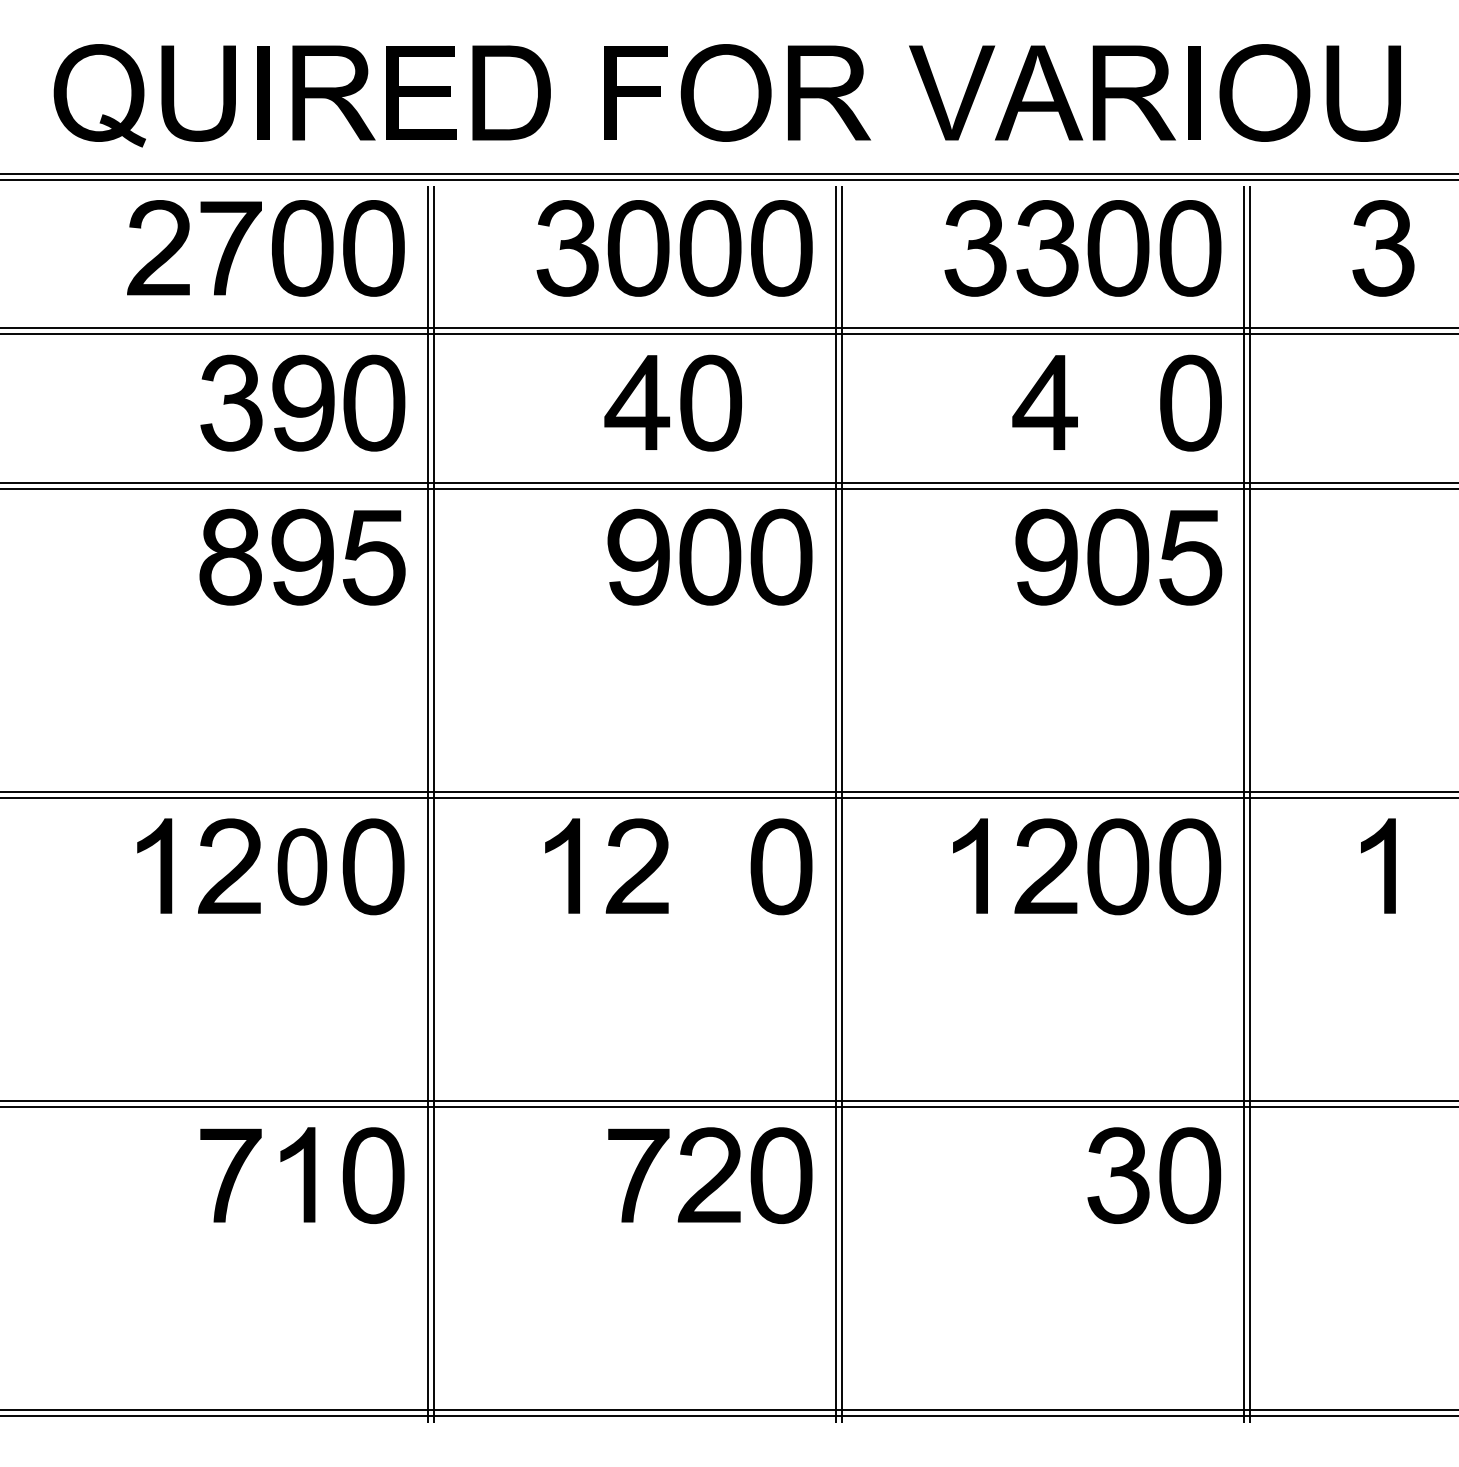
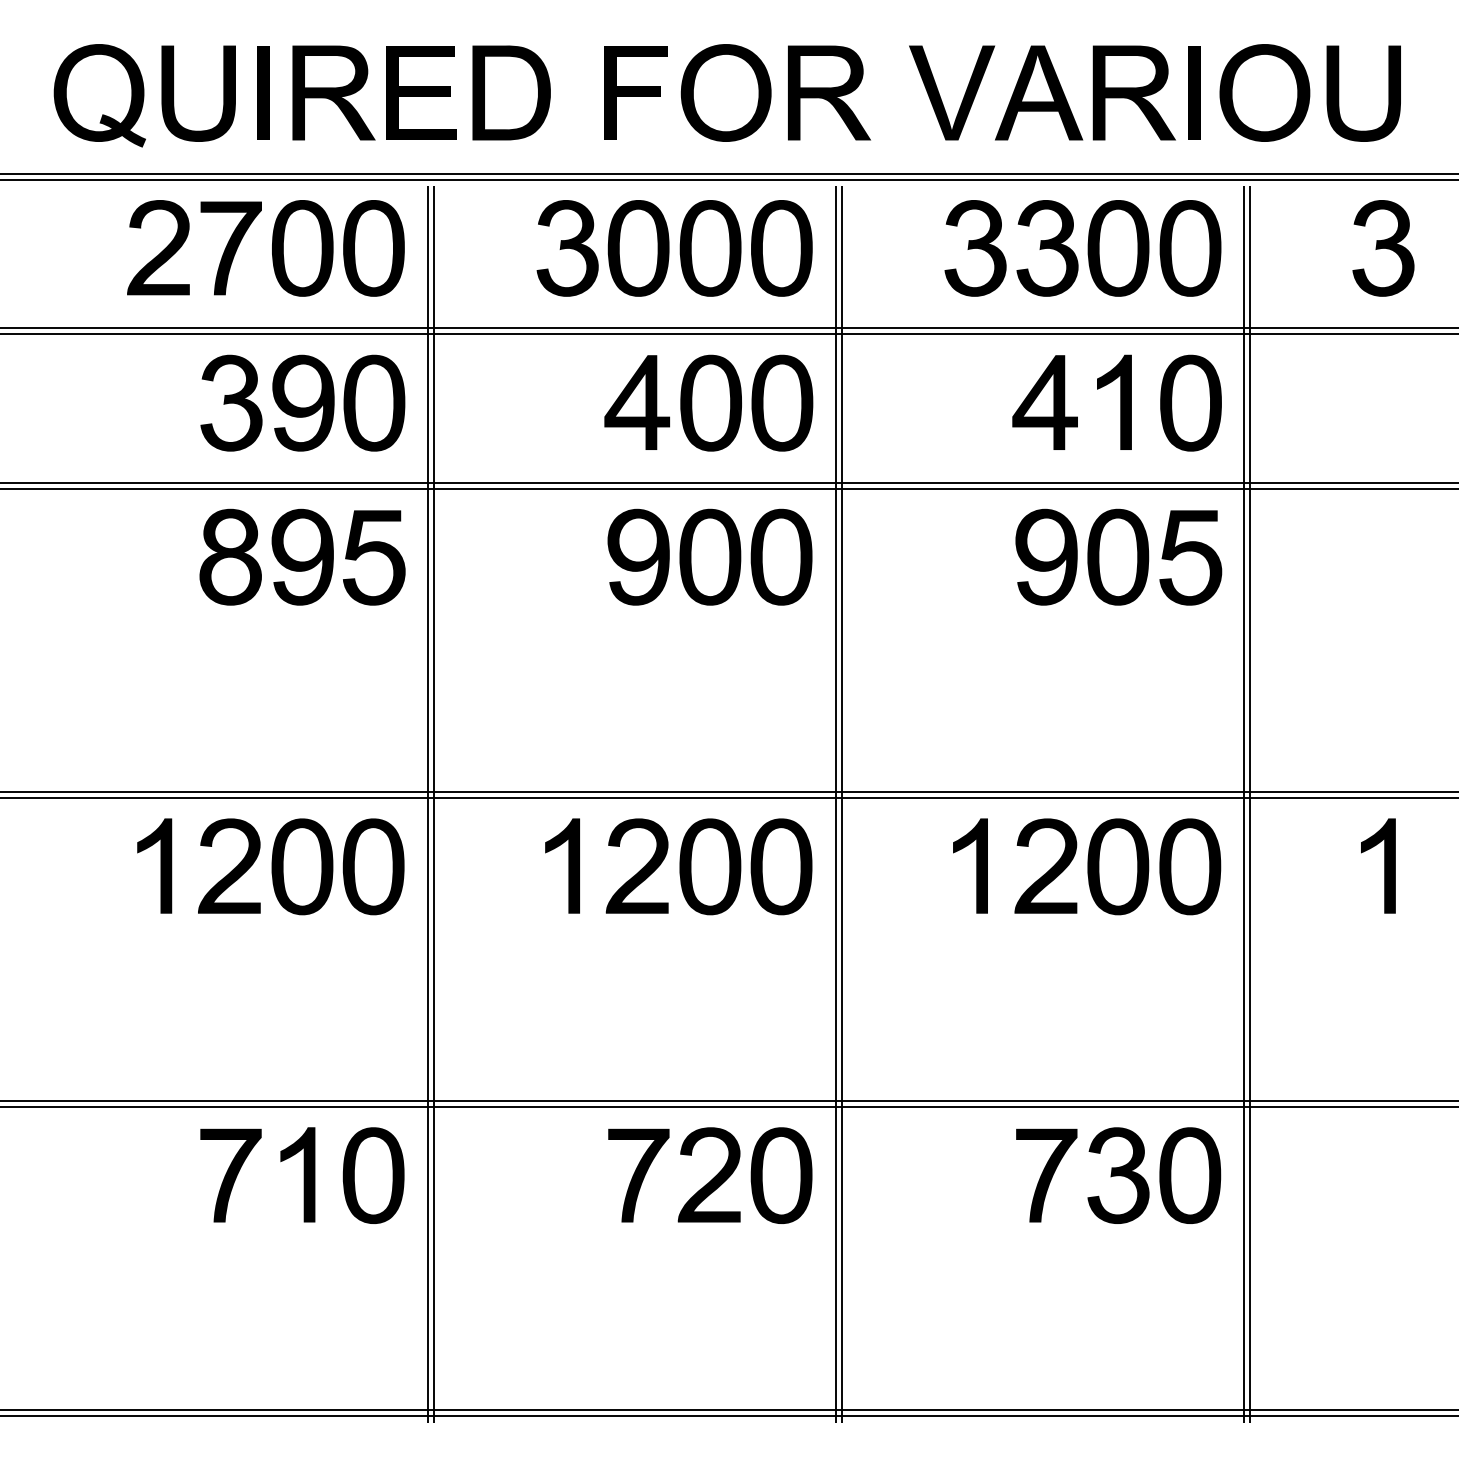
part at (782, 402): none -> present
fill at (1113, 402): none -> present
part at (302, 866) size: 51x78 px -> 63x98 px
part at (710, 866): none -> present
fill at (1046, 1175): none -> present
